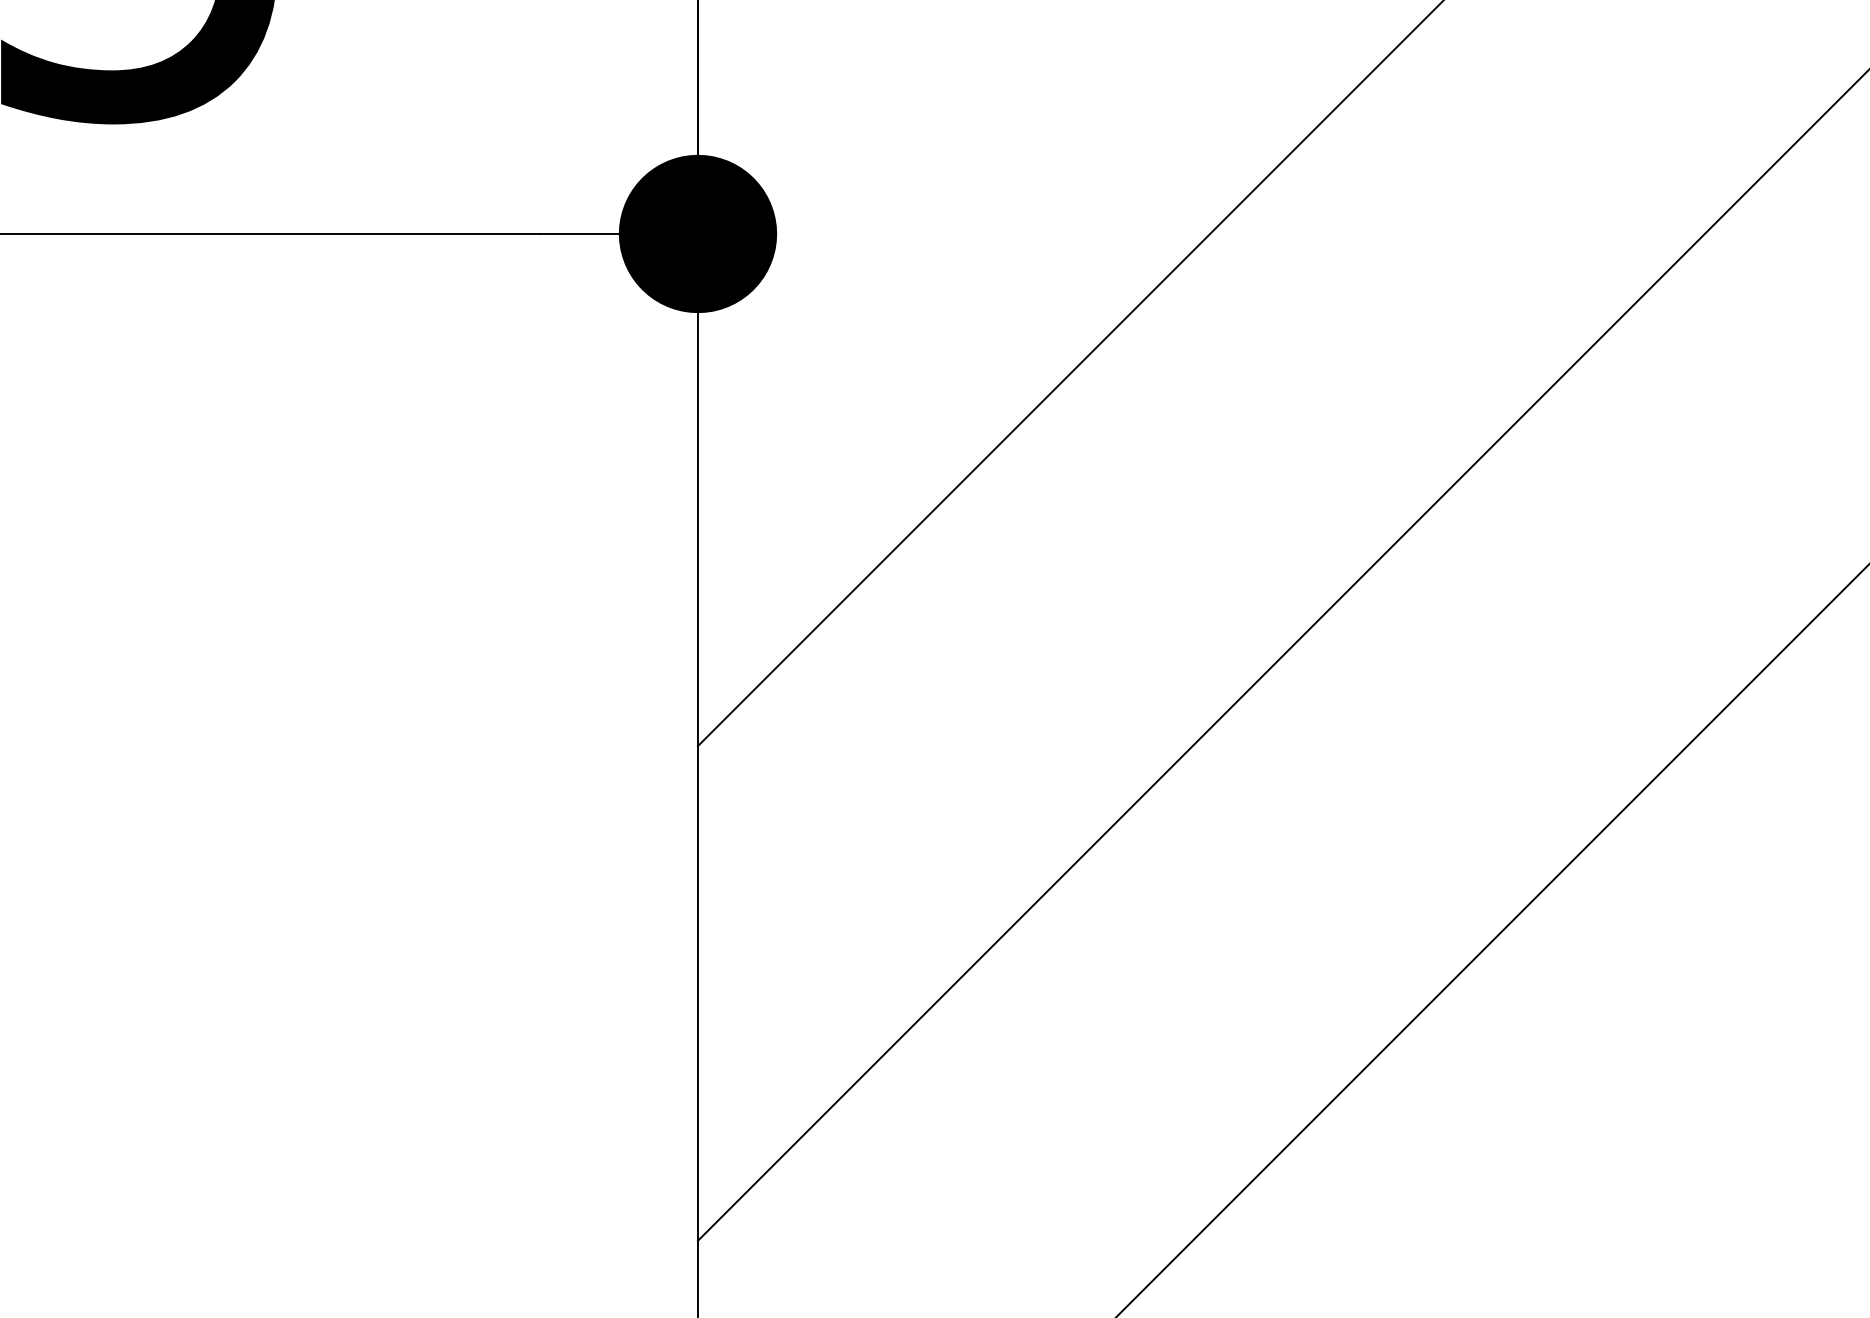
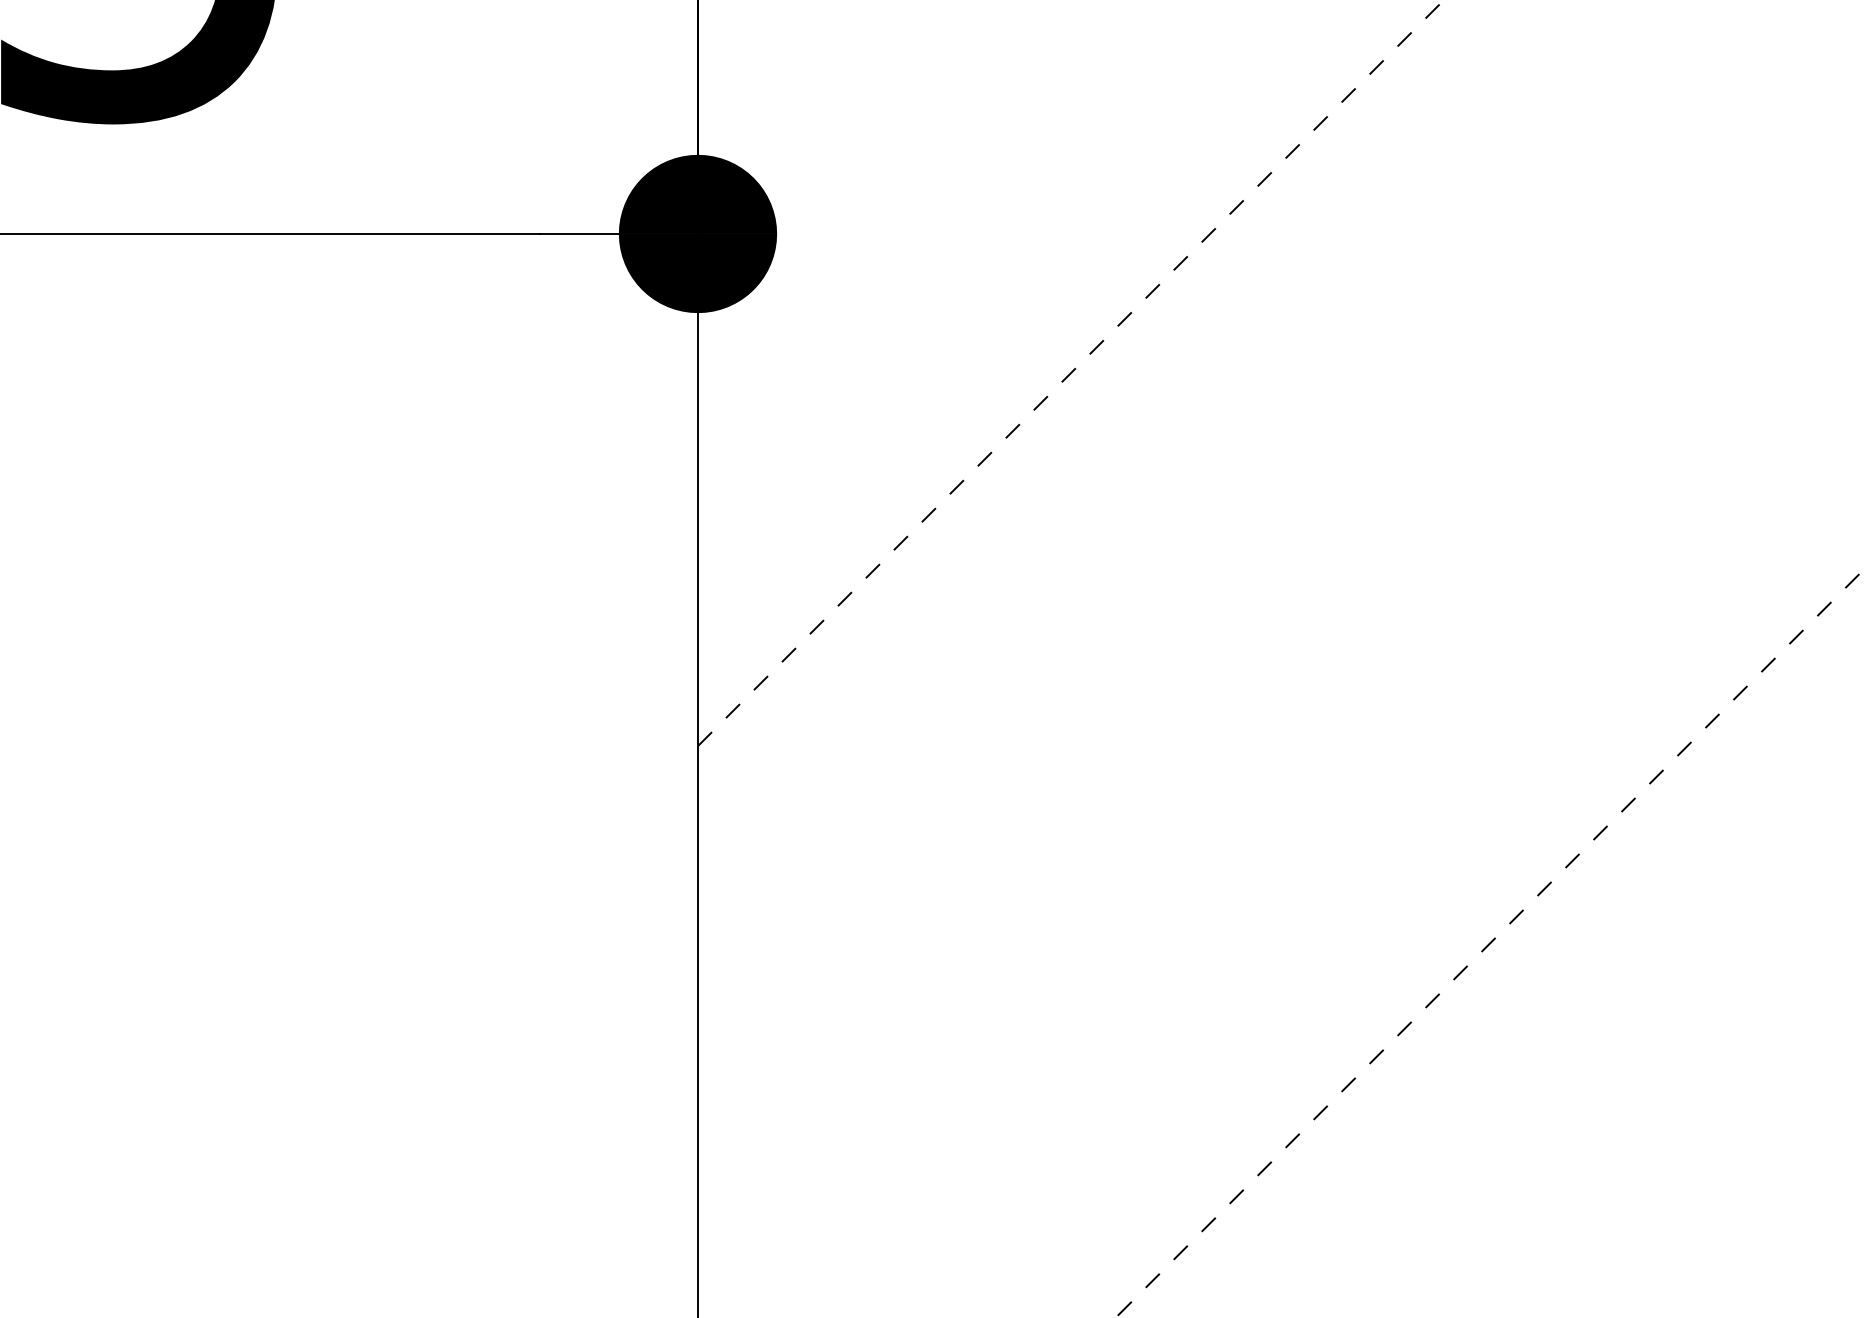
line at (1071, 372): solid -> dashed
line at (1282, 656): present -> none
line at (1492, 940): solid -> dashed
